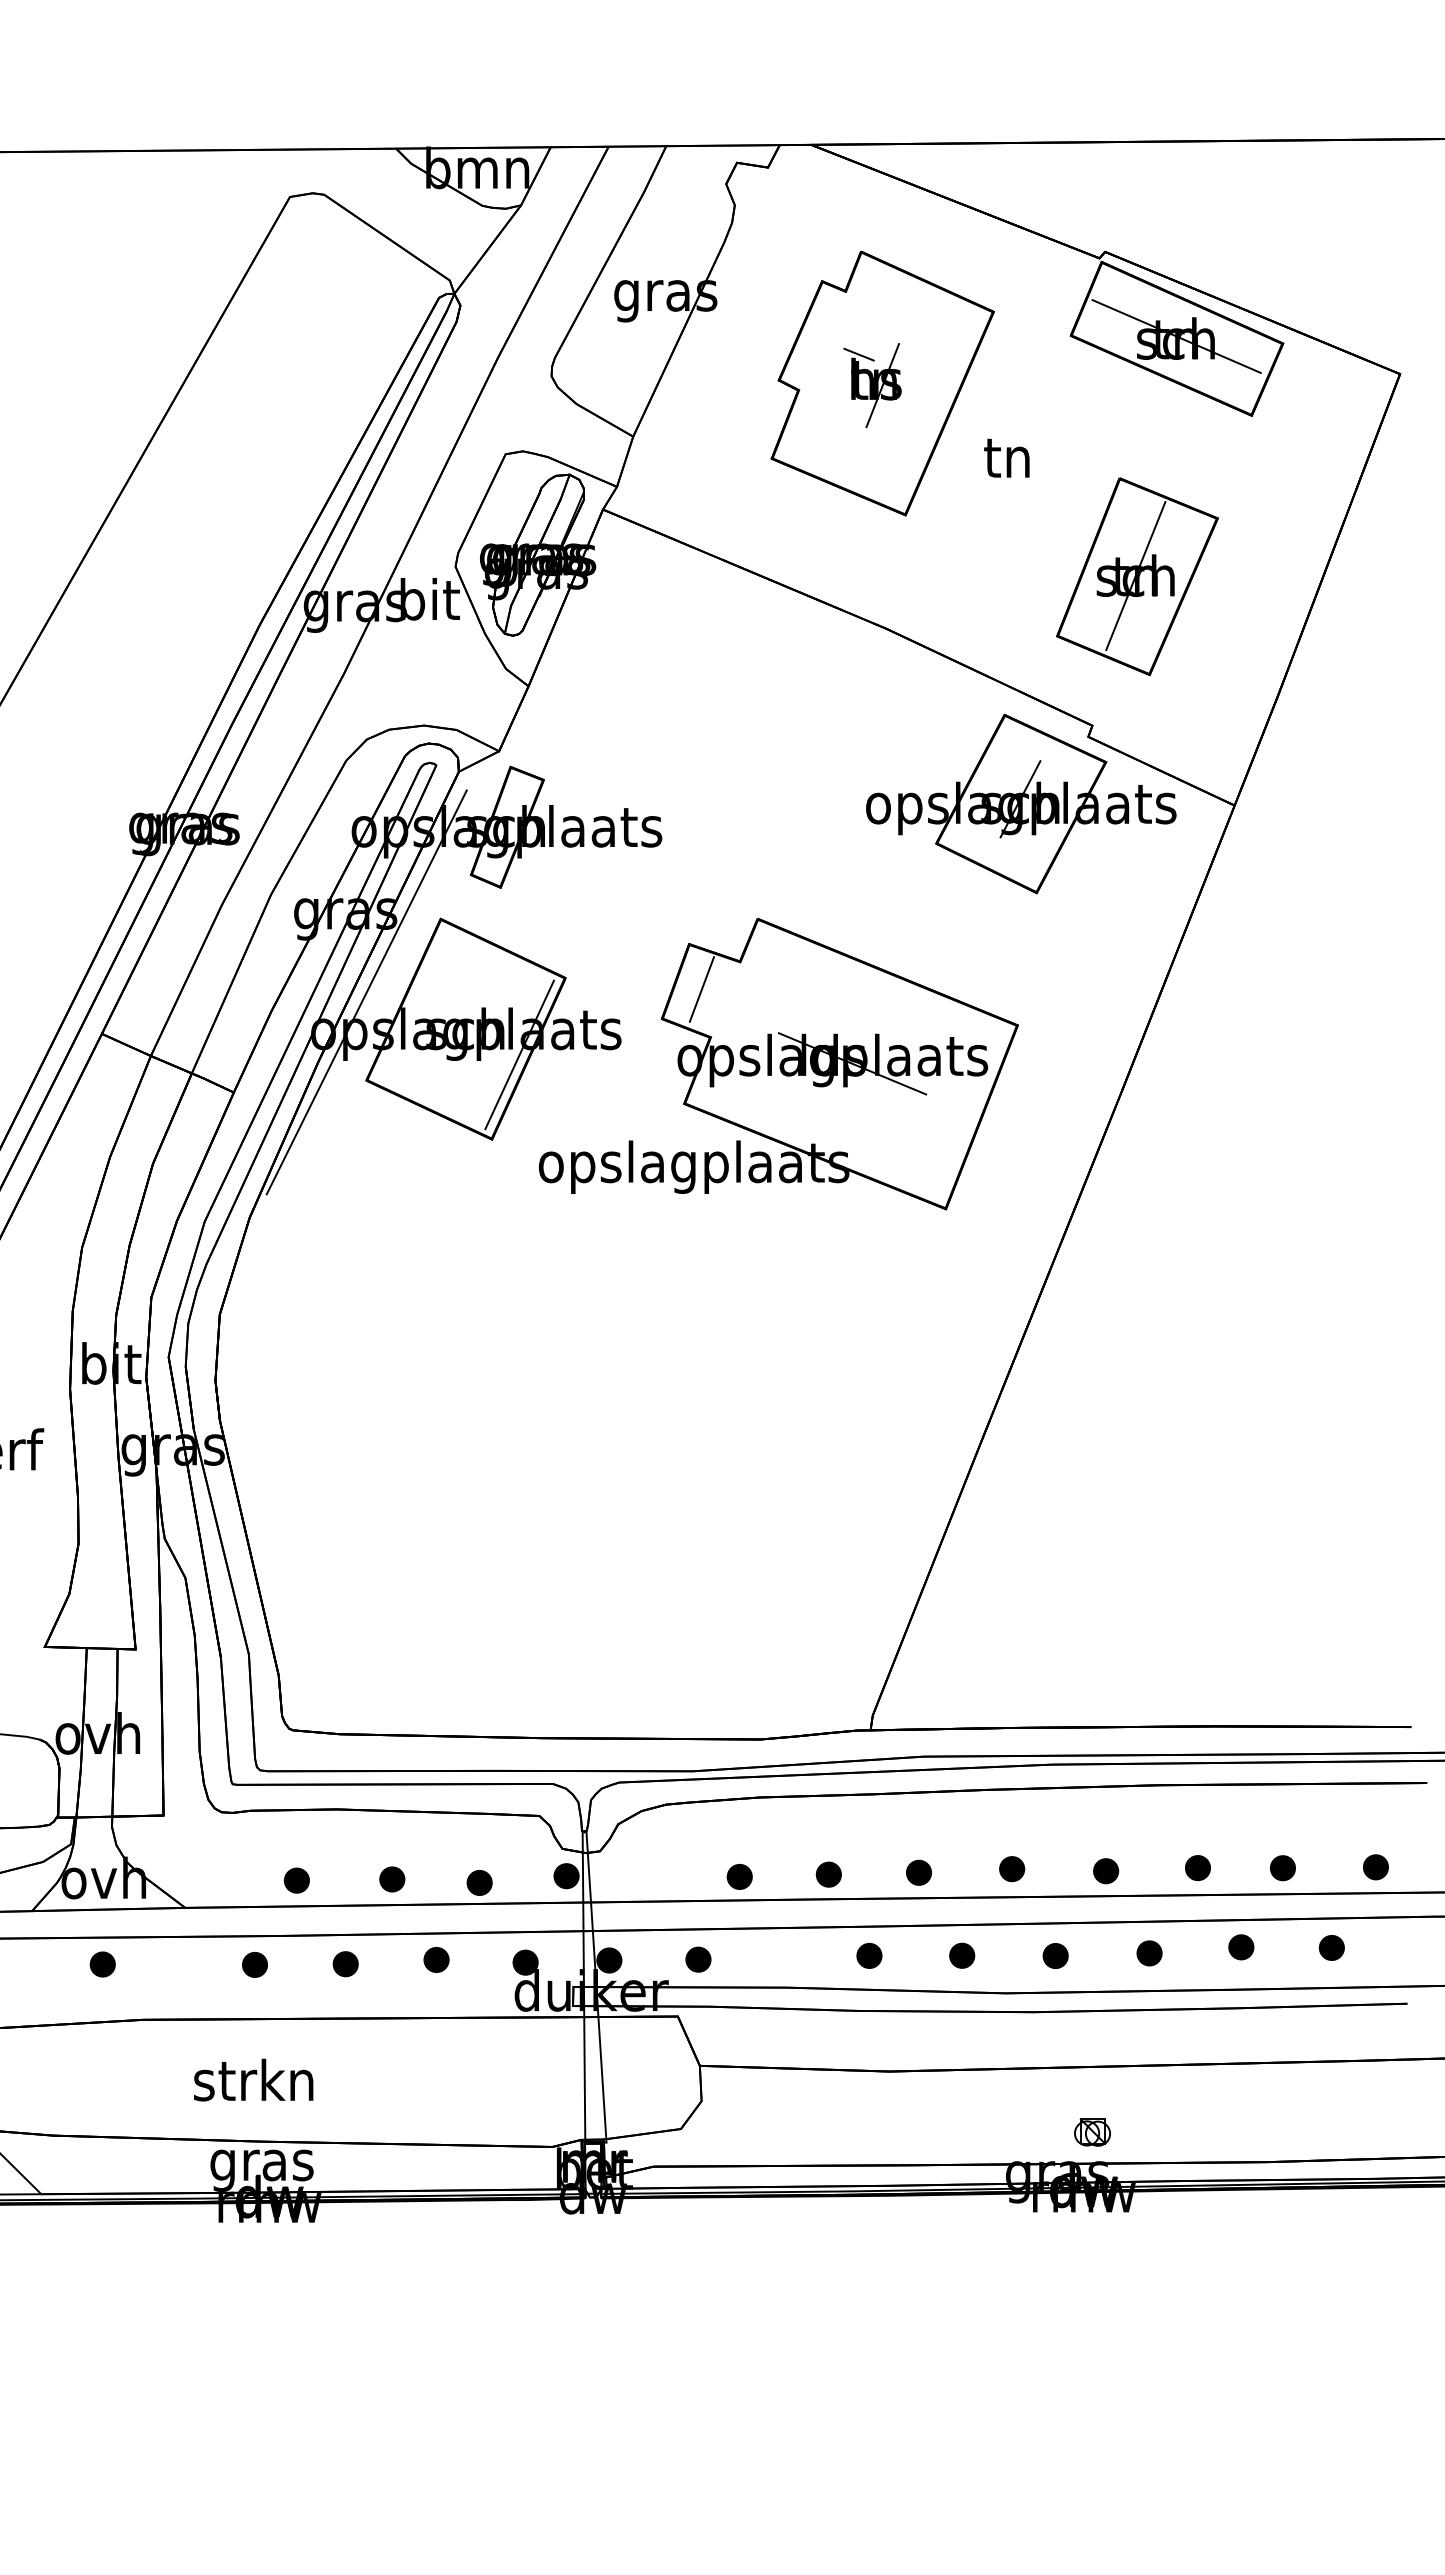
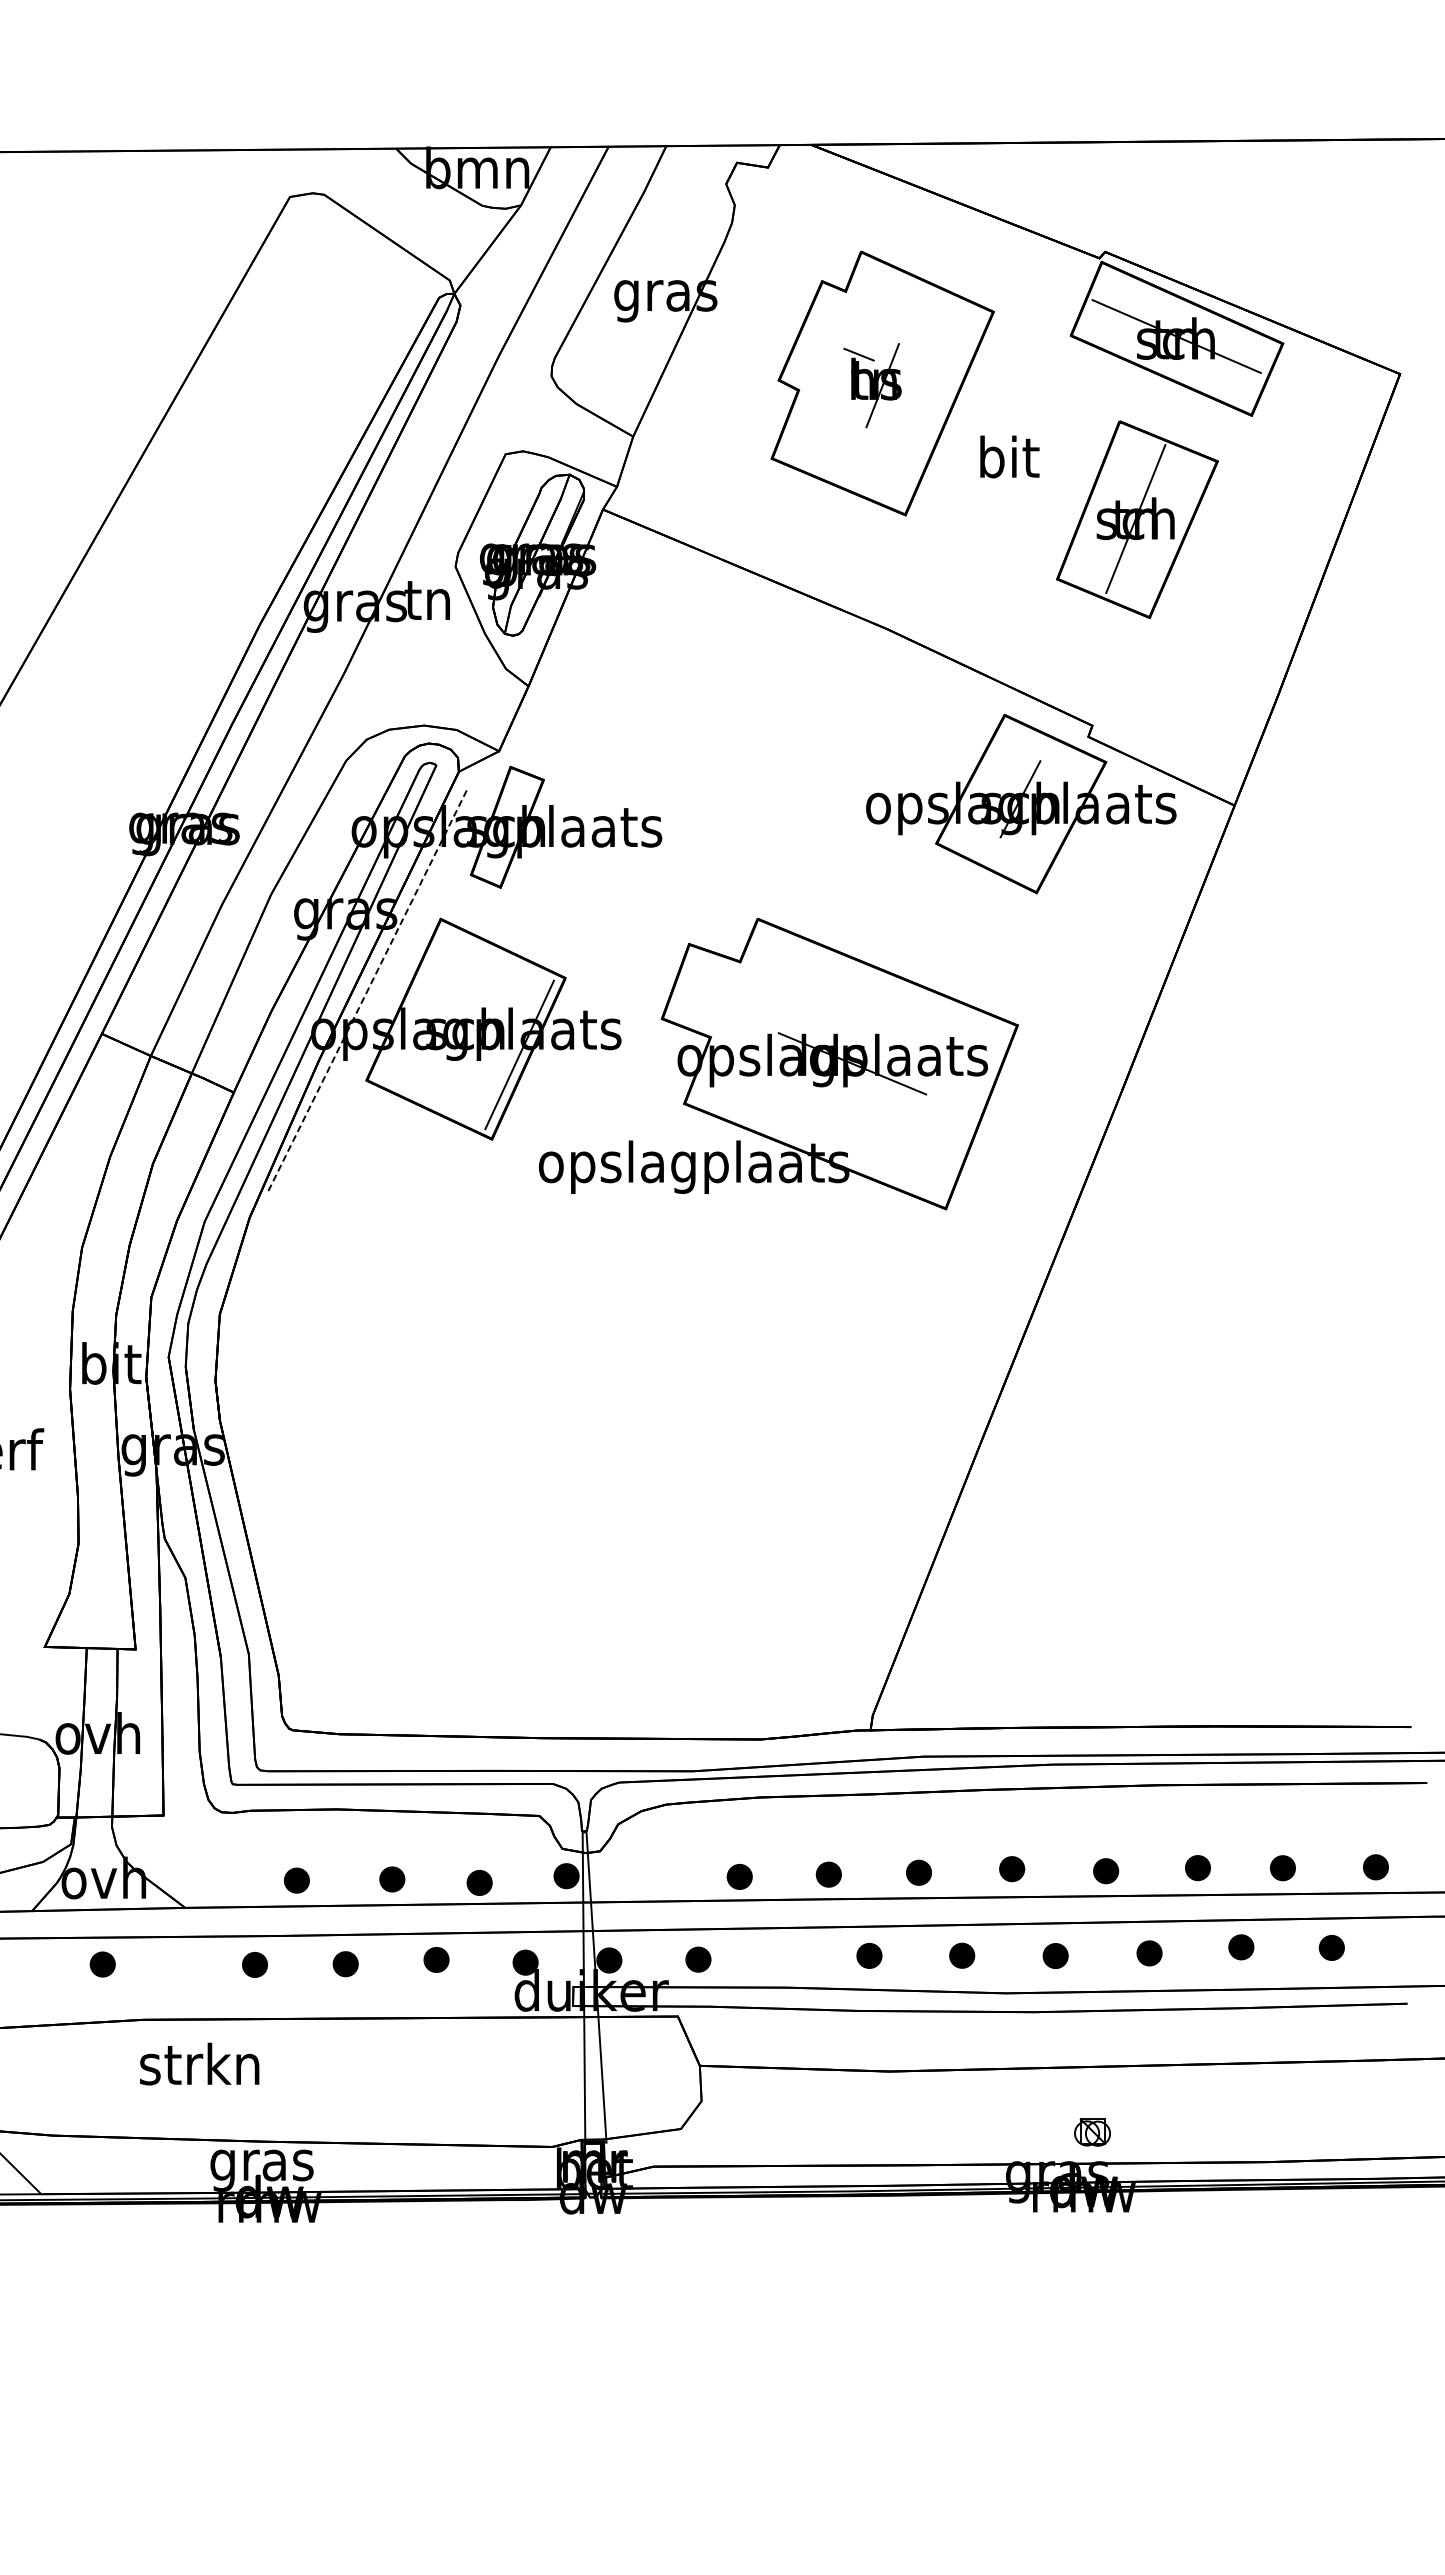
text at (1009, 456): tn -> bit
part at (1137, 576) position: (1137, 576) -> (1137, 519)
text at (429, 599): bit -> tn
line at (701, 989): present -> none
line at (366, 992): solid -> dashed
text at (253, 2079) position: (253, 2079) -> (199, 2063)
